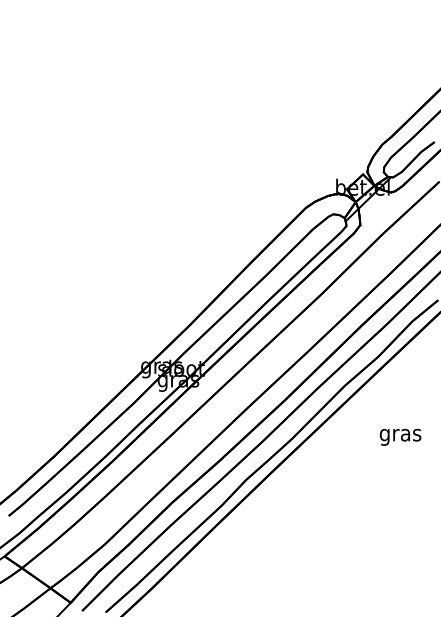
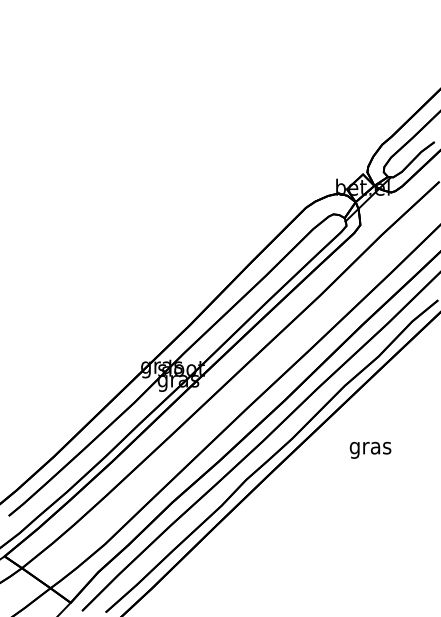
text at (400, 436) position: (400, 436) -> (370, 449)
